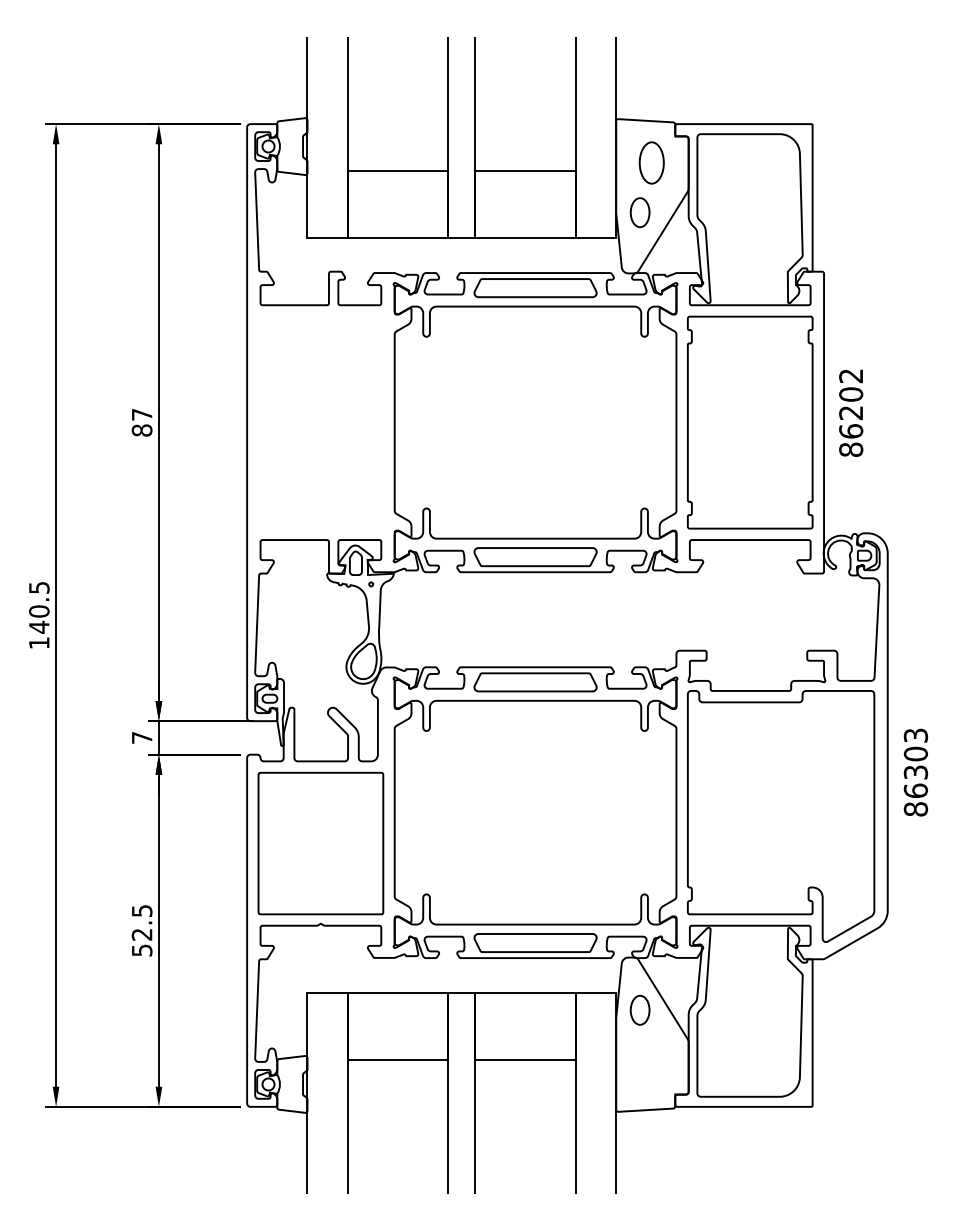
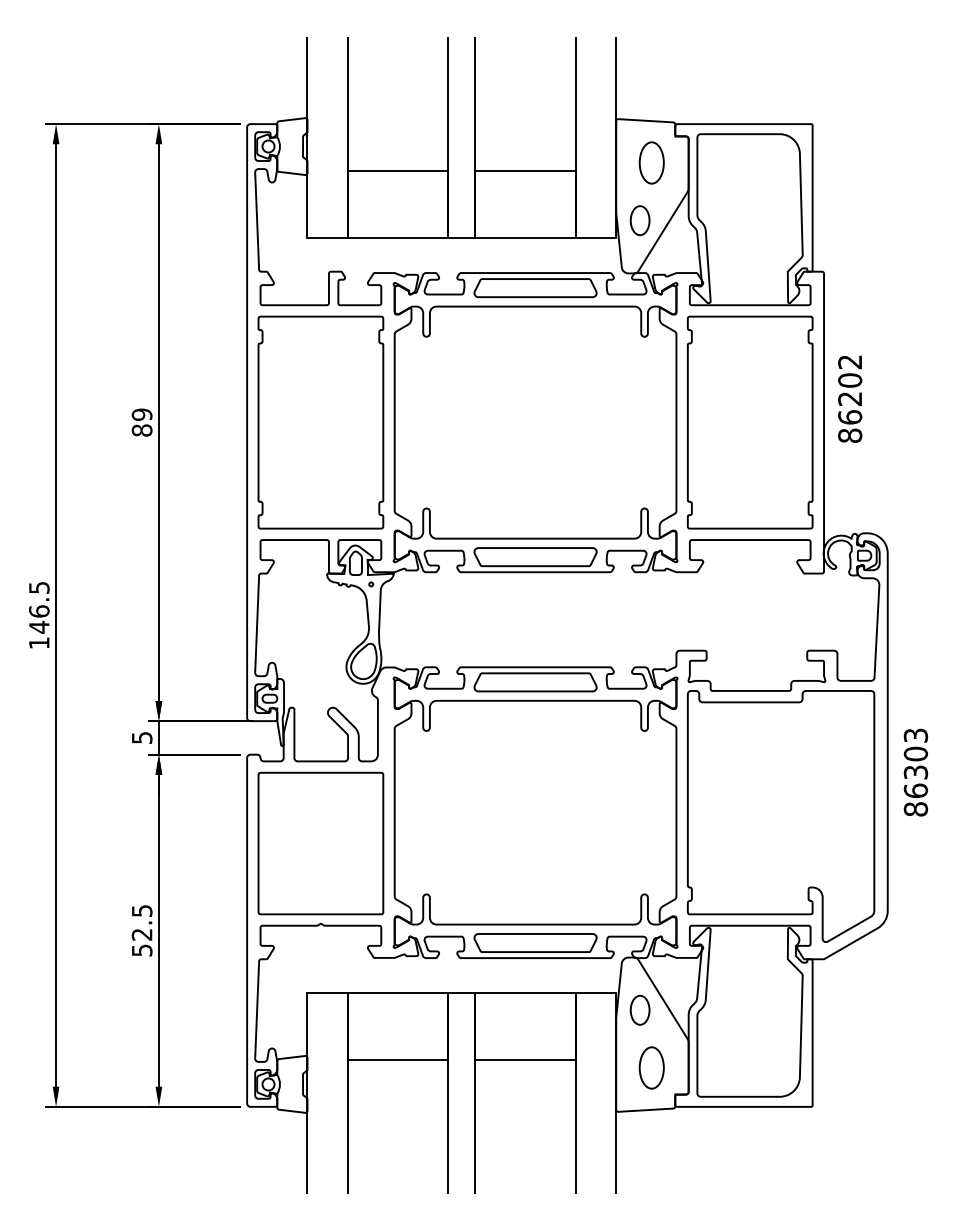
part at (639, 212) position: (639, 212) -> (639, 220)
text at (851, 412) position: (851, 412) -> (850, 398)
text at (141, 414): 87 -> 89
part at (320, 422): none -> present
text at (39, 611): 140.5 -> 146.5
text at (142, 737): 7 -> 5
part at (651, 1067): none -> present
